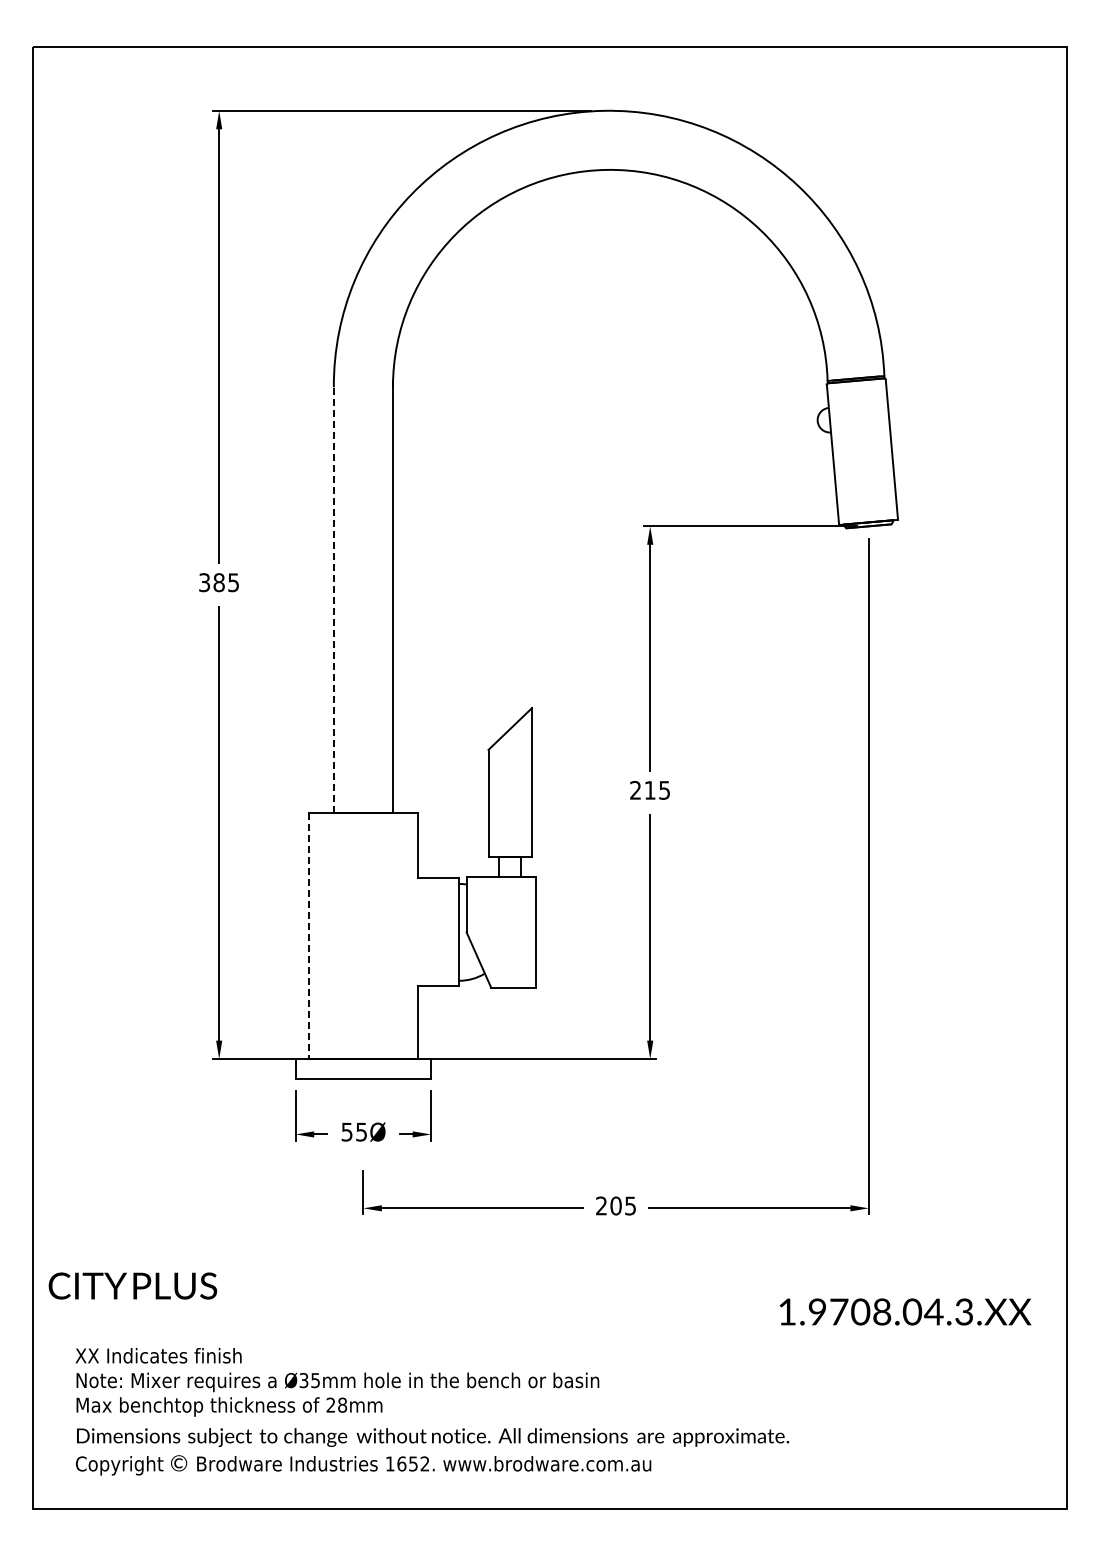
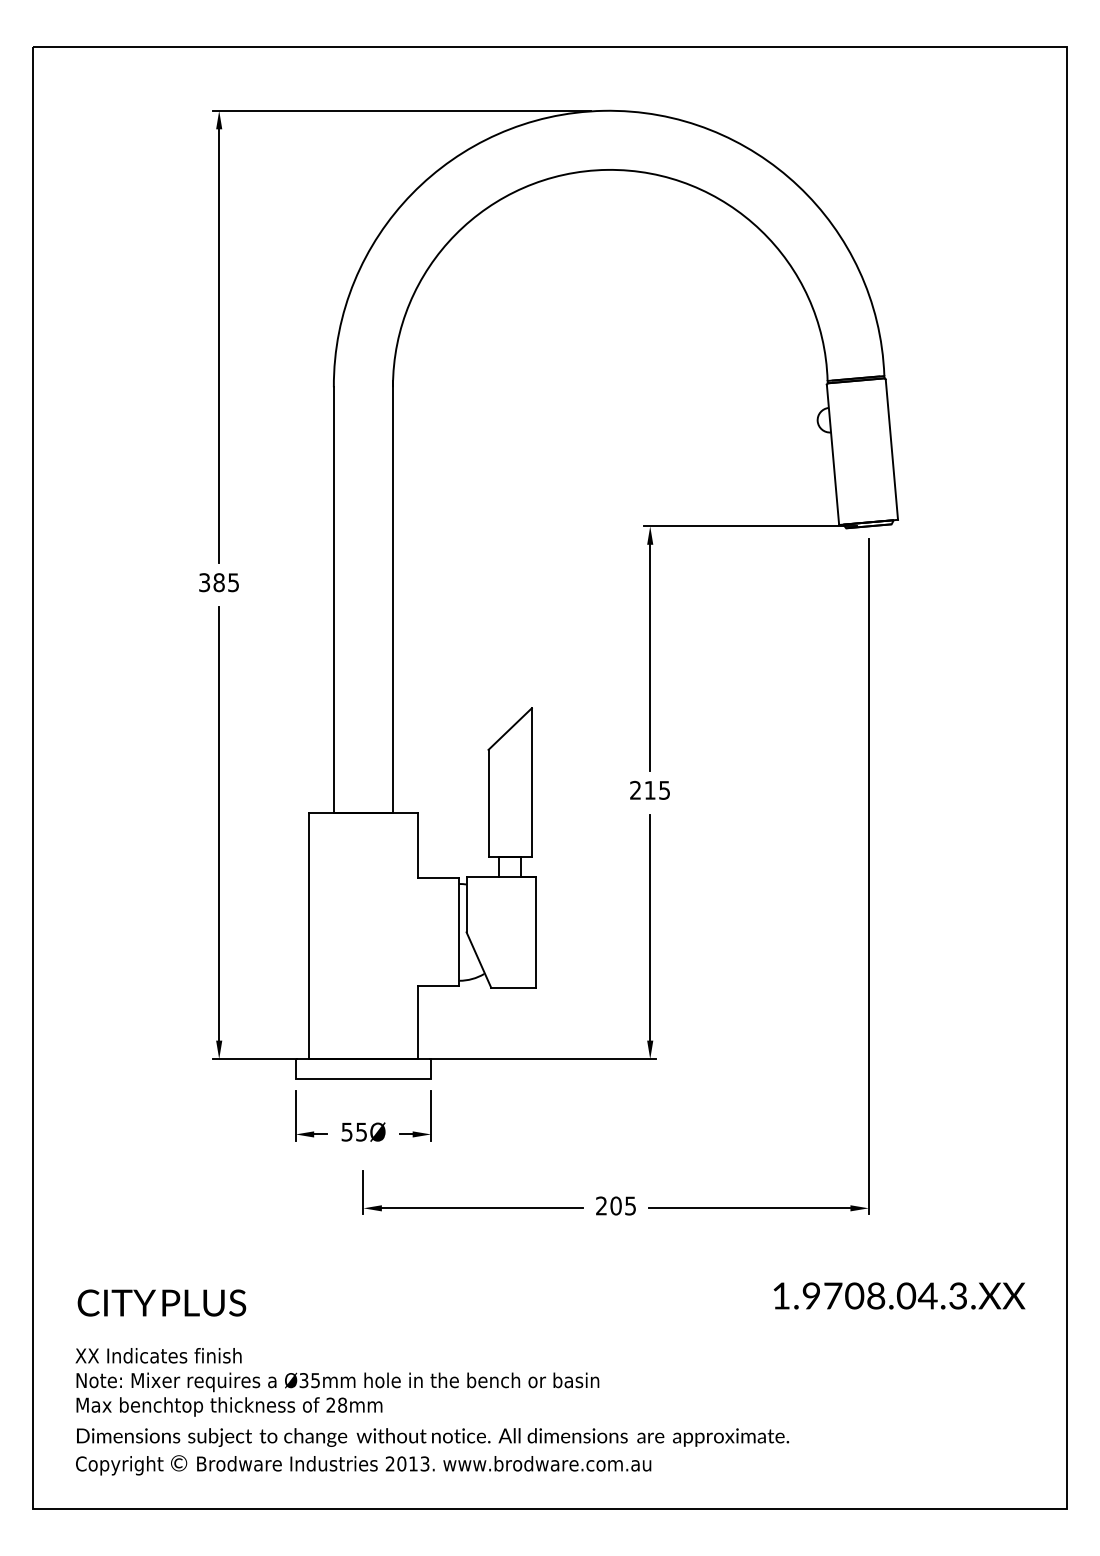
line at (333, 600): dashed -> solid
line at (309, 936): dashed -> solid
text at (132, 1285) position: (132, 1285) -> (161, 1302)
text at (905, 1311) position: (905, 1311) -> (899, 1295)
text at (407, 1463): 1652. -> 2013.
